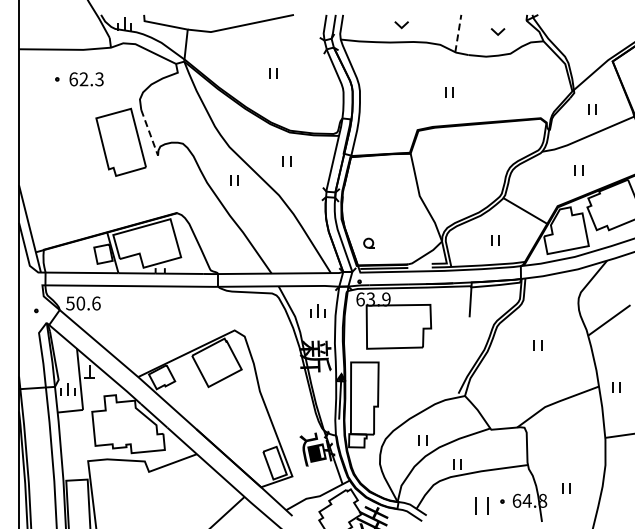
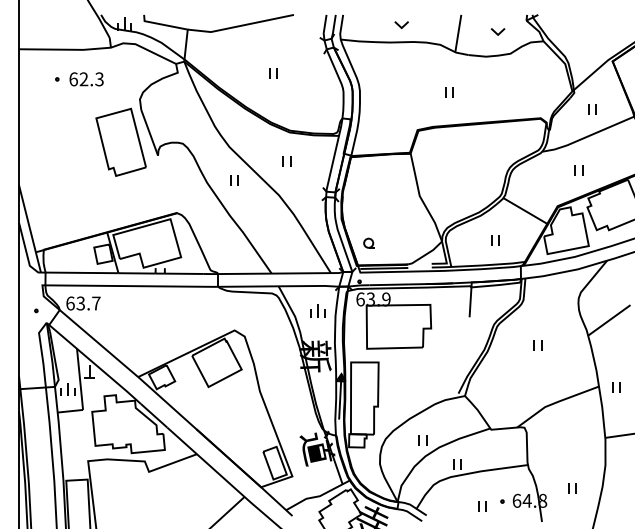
line at (458, 33): dashed -> solid
line at (149, 133): dashed -> solid
text at (83, 303): 50.6 -> 63.7
part at (566, 488) position: (566, 488) -> (572, 488)
part at (481, 505) size: 14x18 px -> 9x11 px
